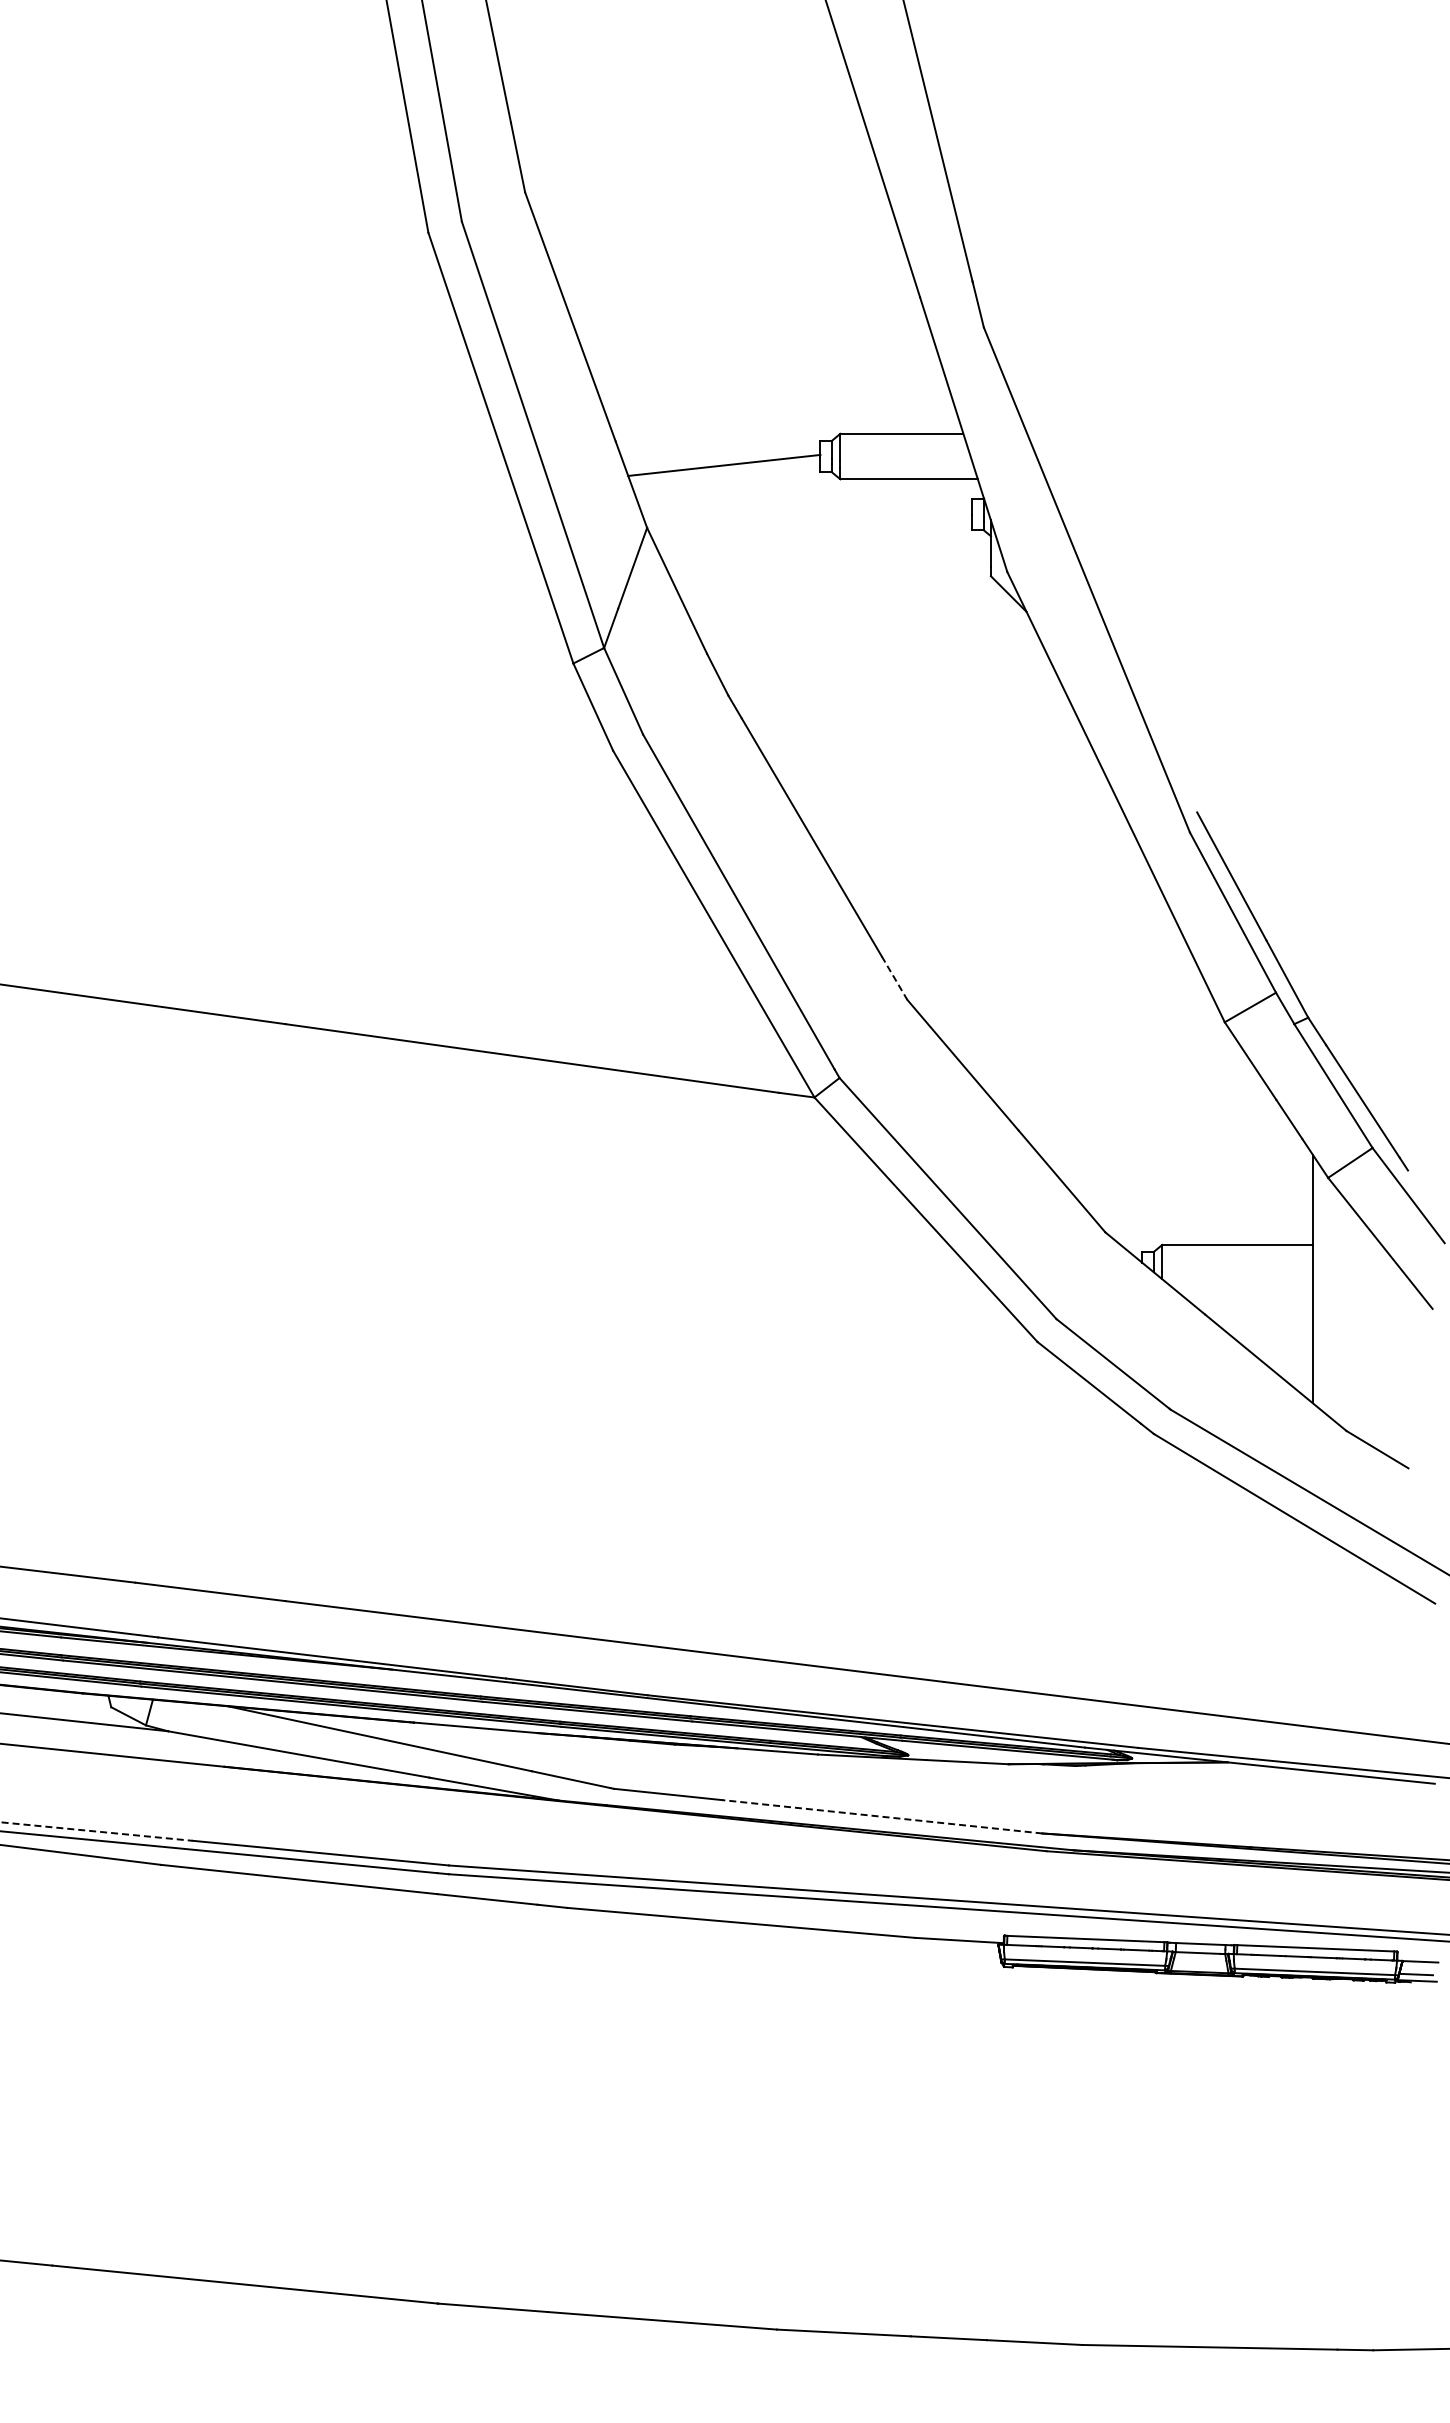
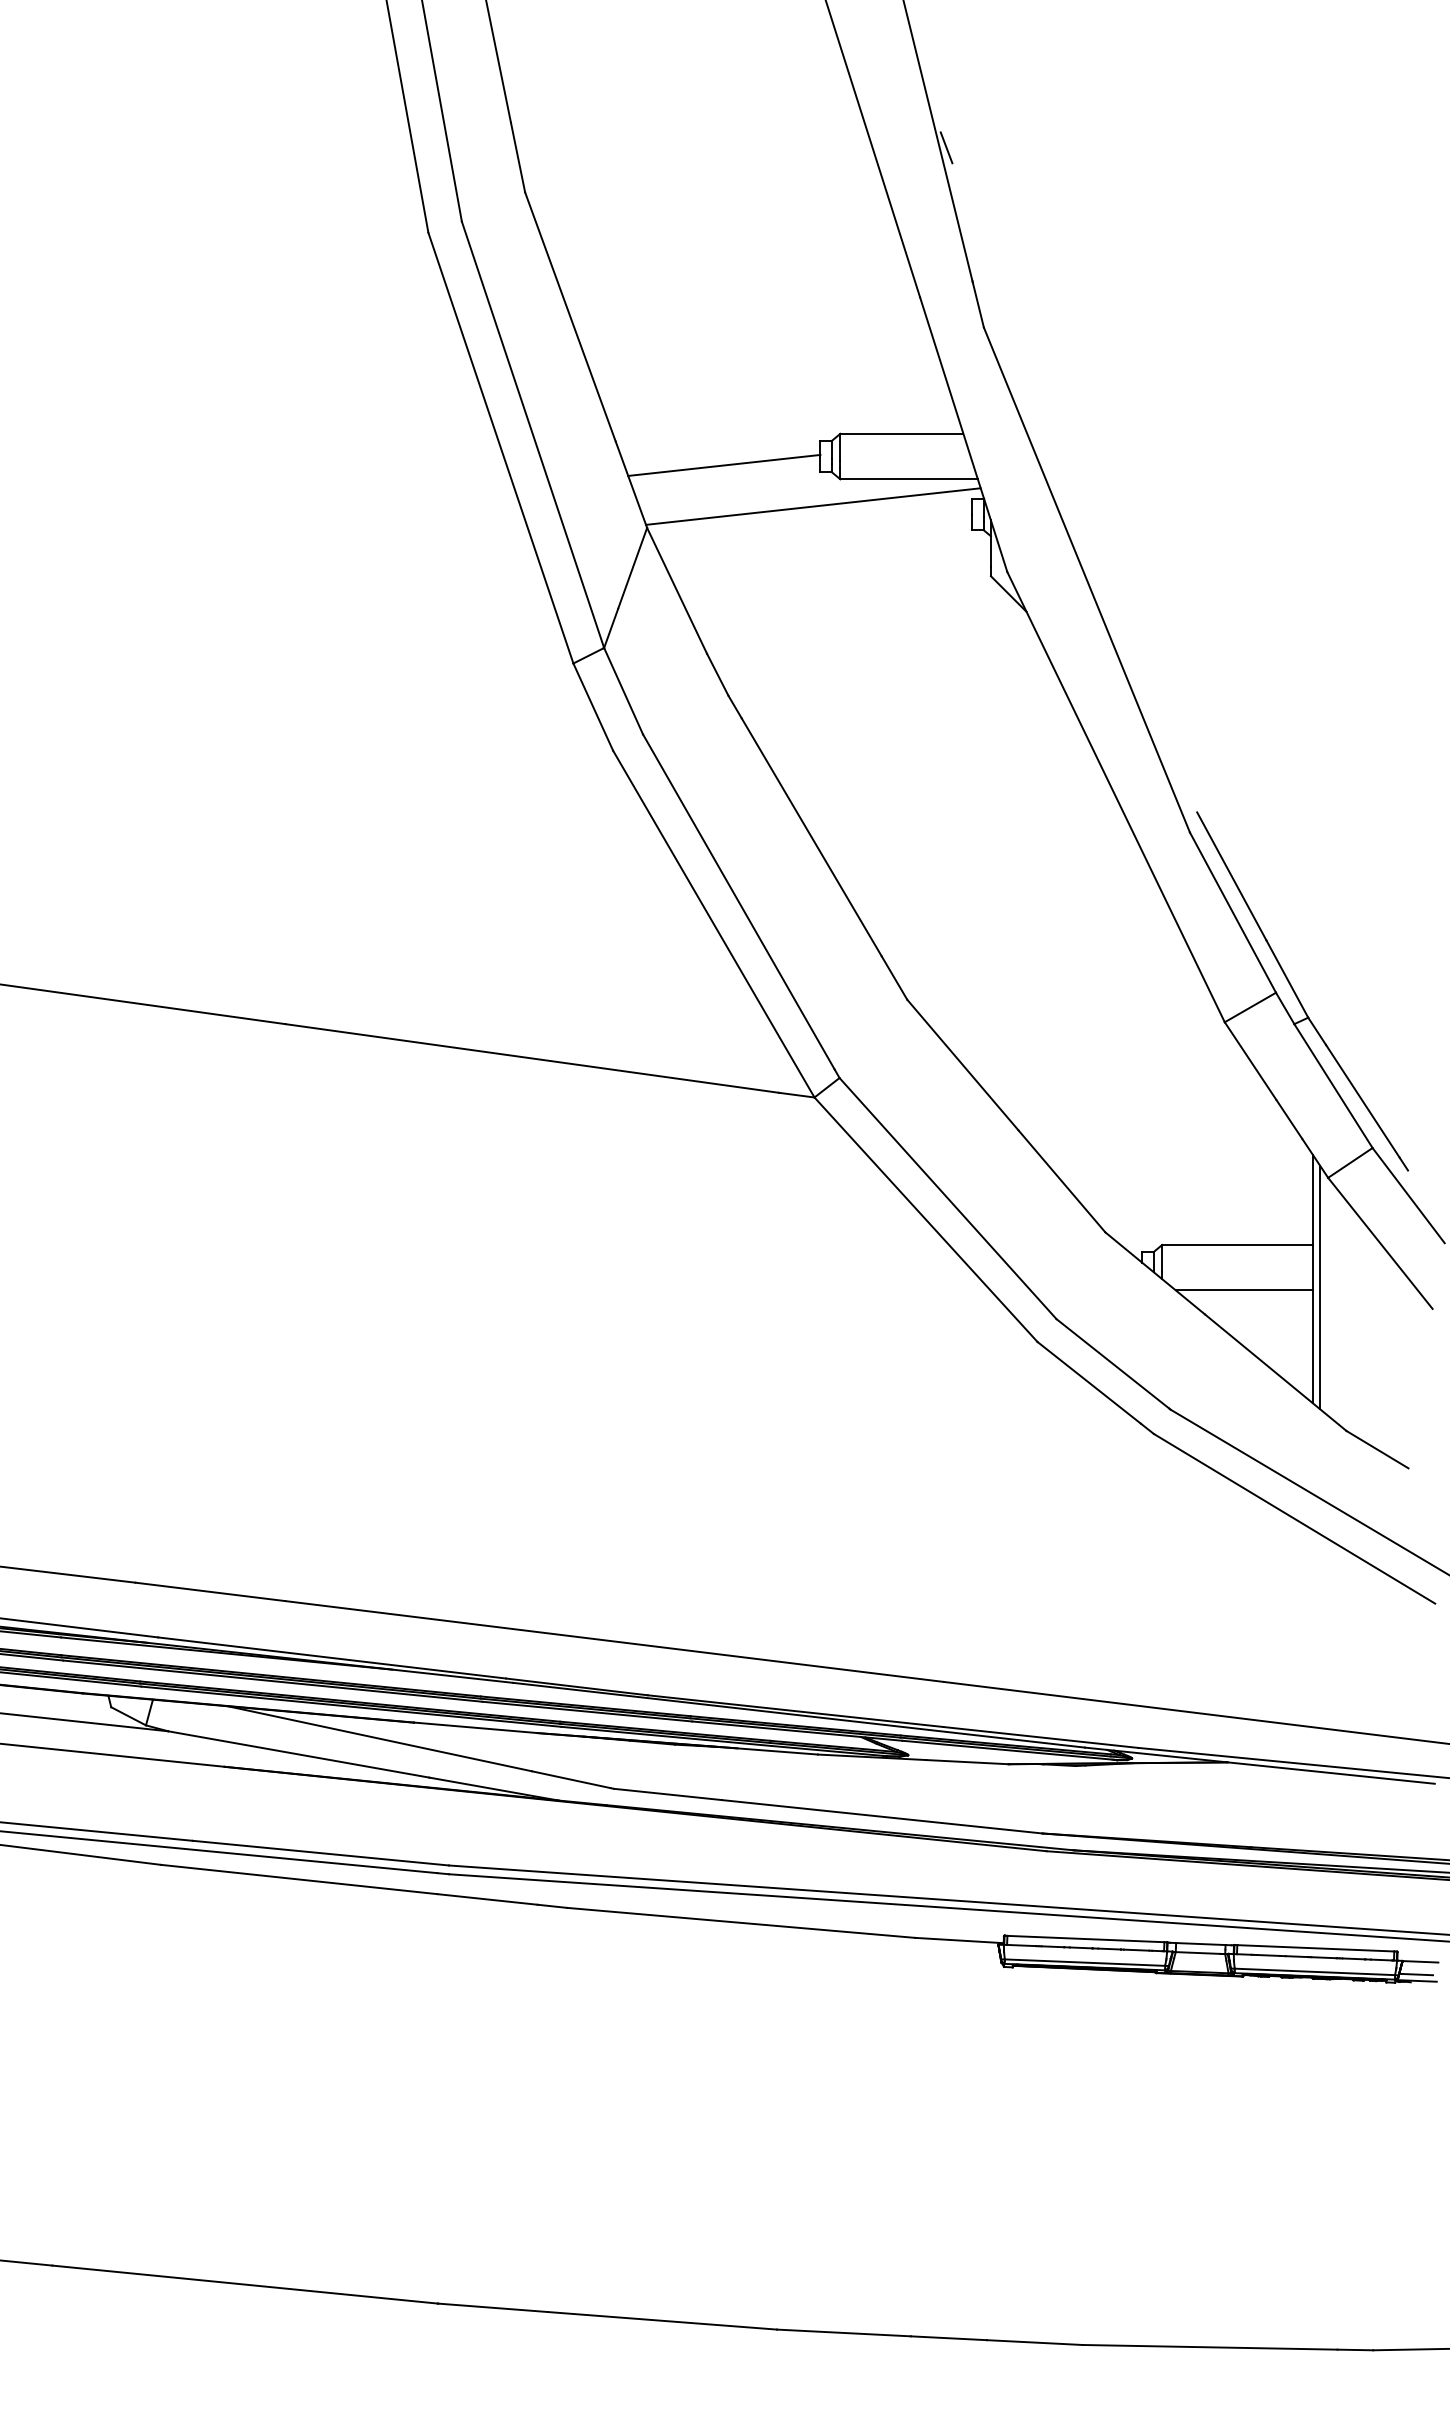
line at (946, 147): none -> present
line at (813, 506): none -> present
line at (894, 978): dashed -> solid
line at (1320, 1287): none -> present
line at (1243, 1290): none -> present
line at (881, 1816): dashed -> solid
line at (97, 1831): dashed -> solid
